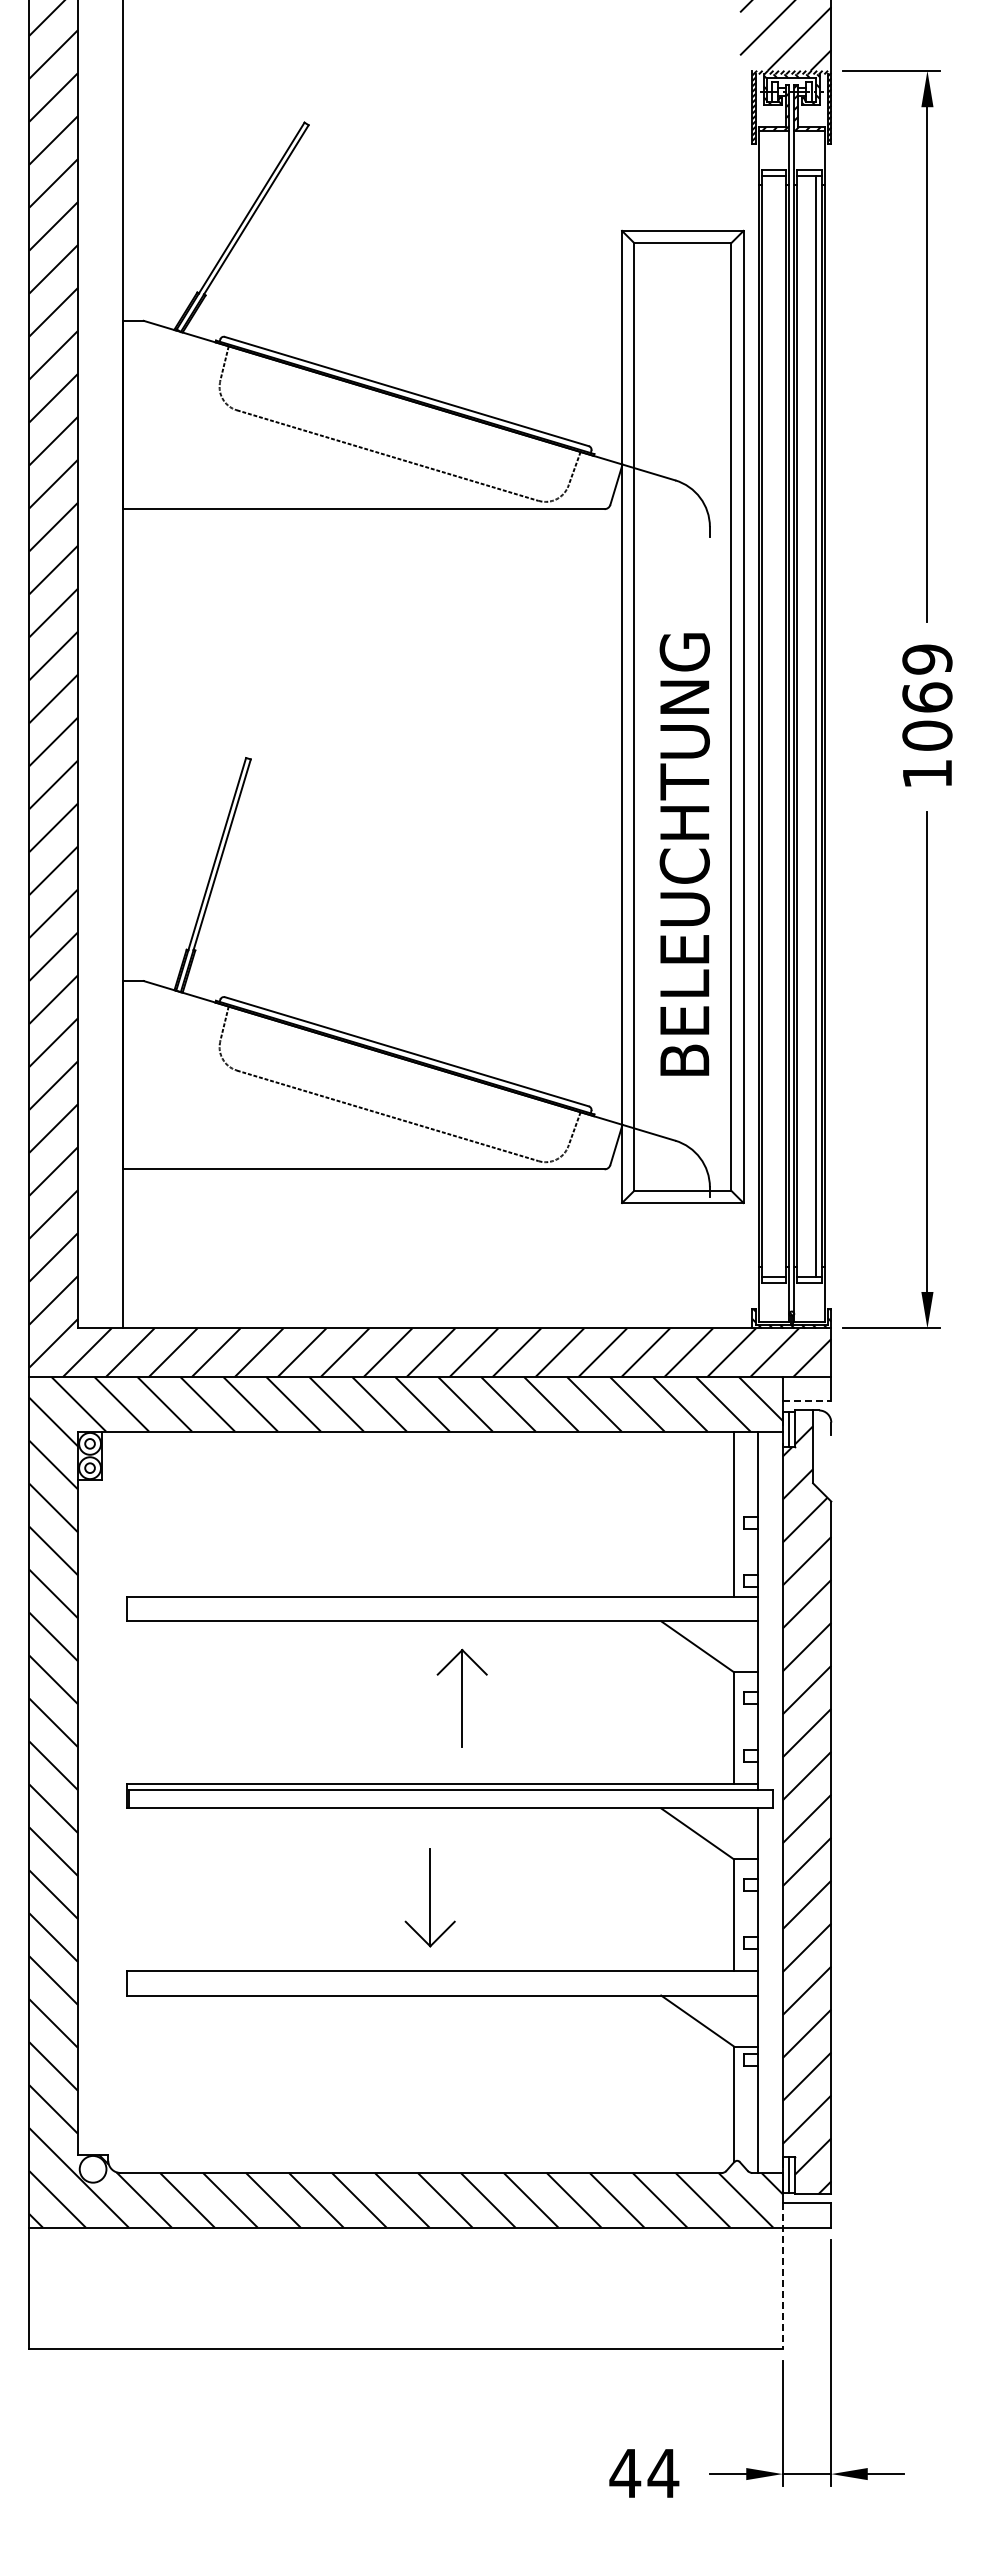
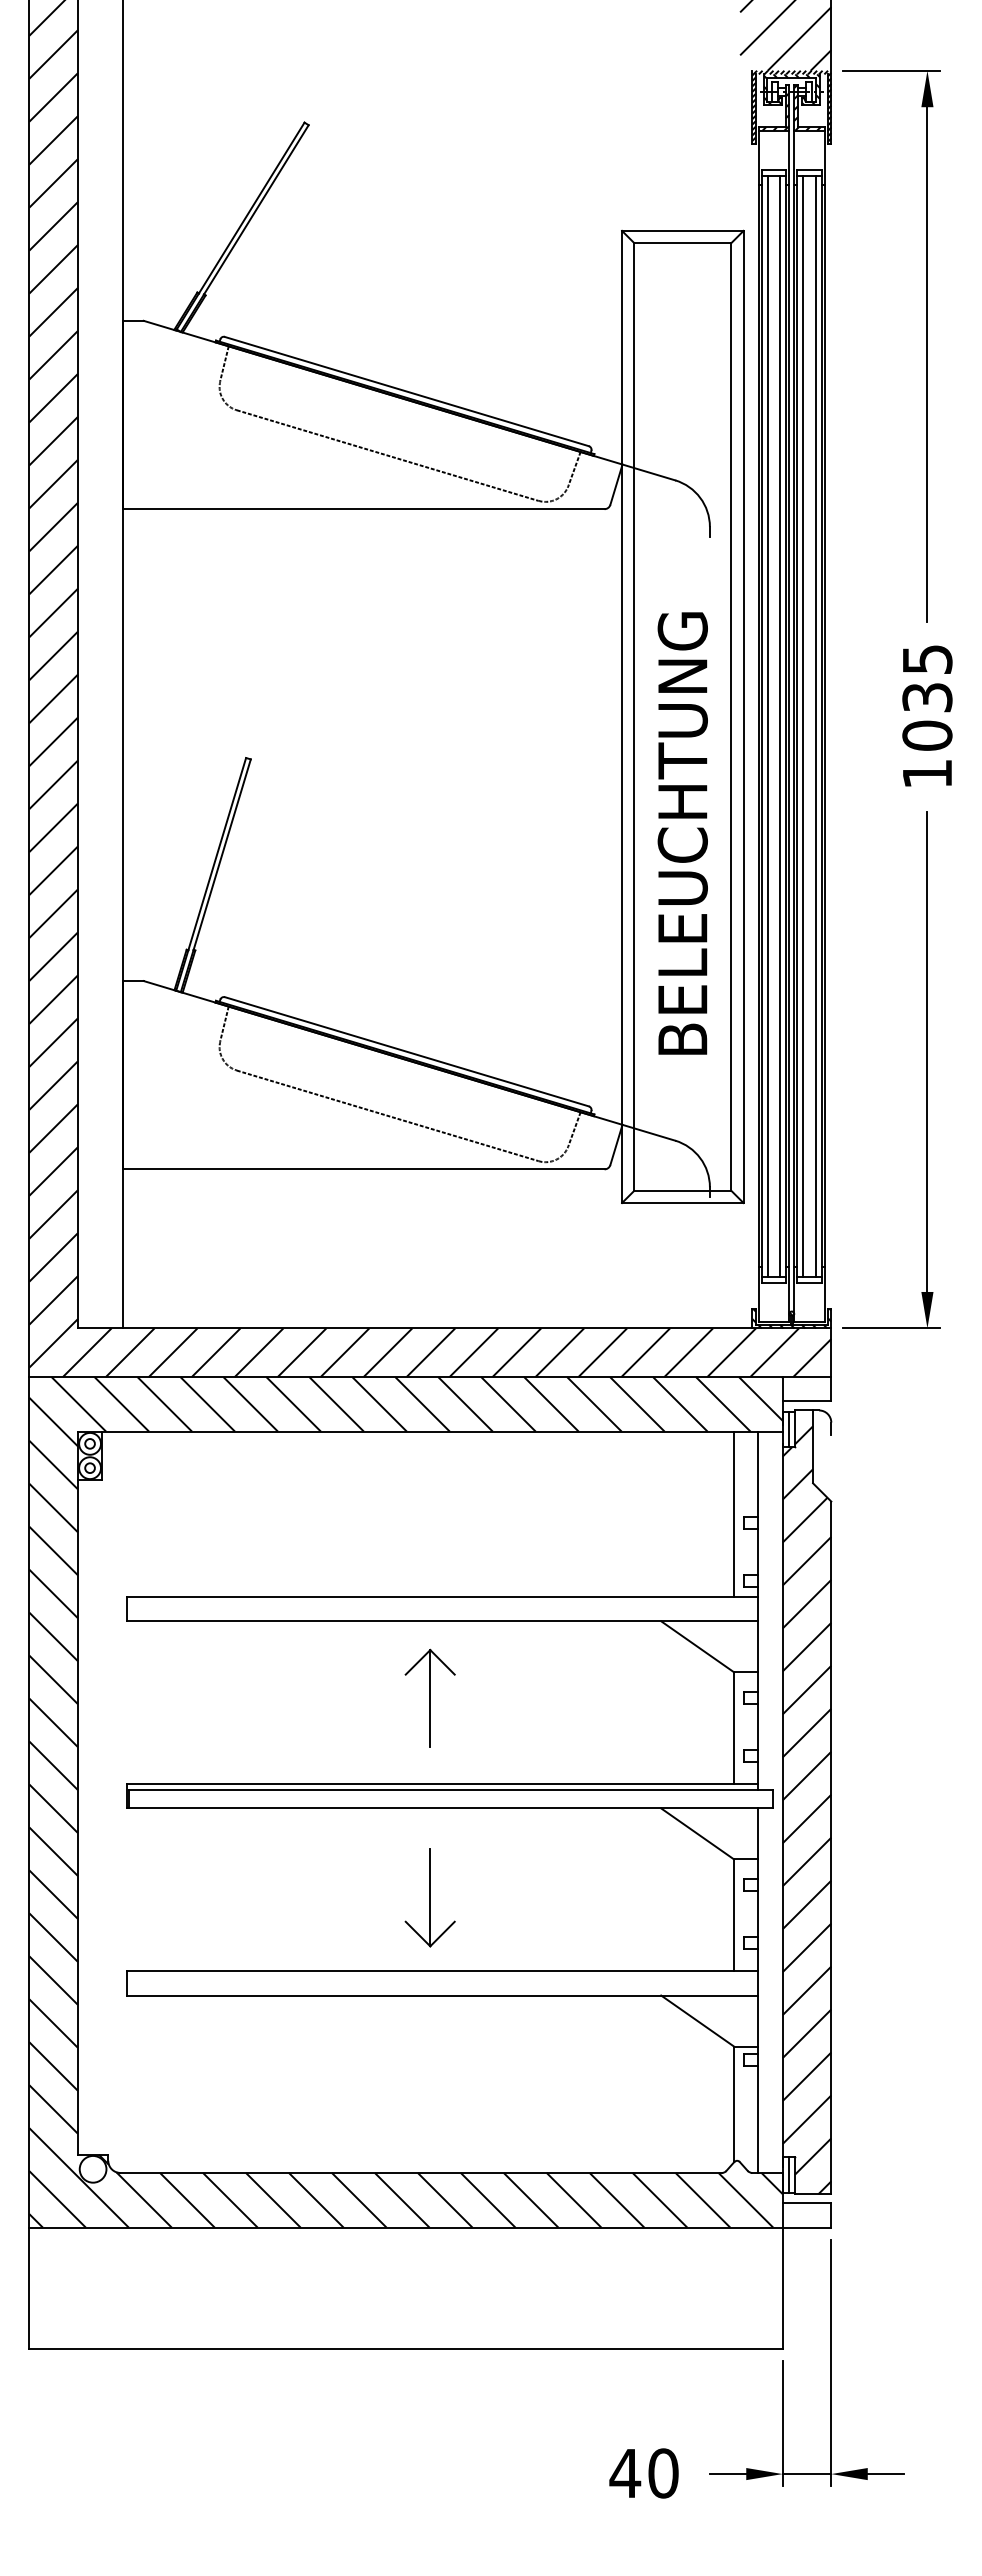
text at (927, 678): 1069 -> 1035
line at (768, 725): none -> present
line at (780, 725): none -> present
line at (803, 725): none -> present
text at (684, 854) position: (684, 854) -> (682, 833)
line at (807, 1401): dashed -> solid
part at (461, 1697) position: (461, 1697) -> (429, 1697)
line at (782, 2276): dashed -> solid
text at (663, 2473): 44 -> 40
